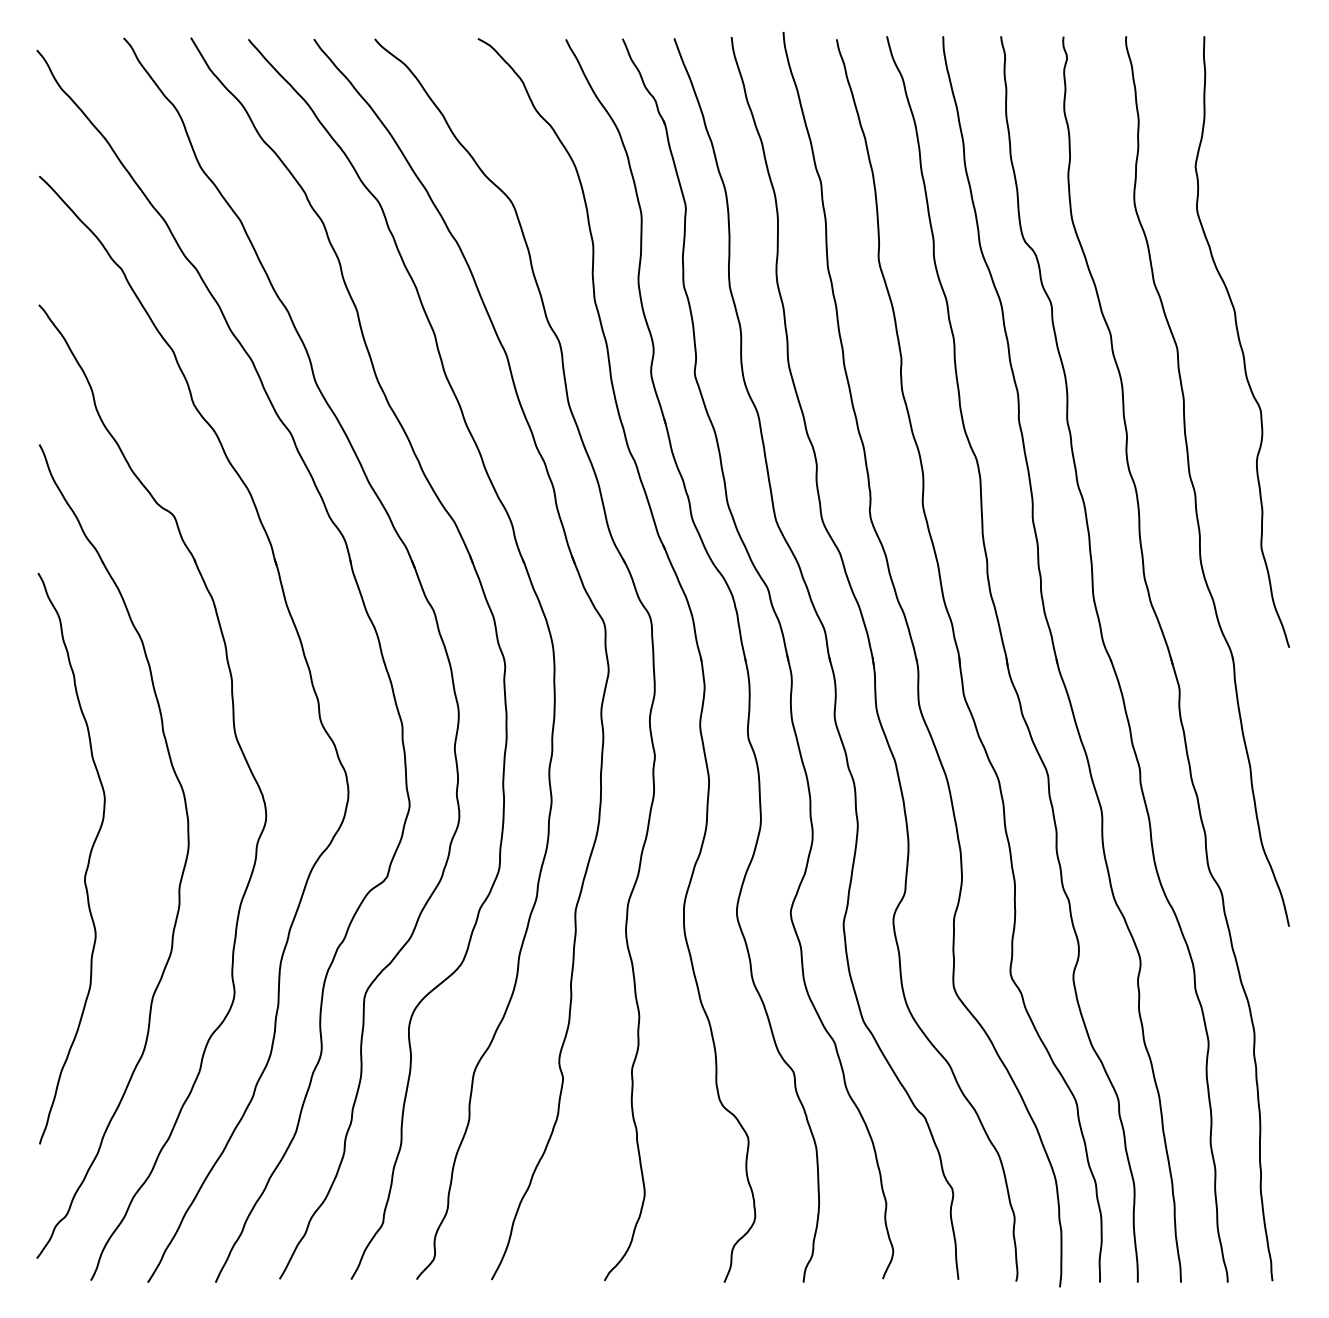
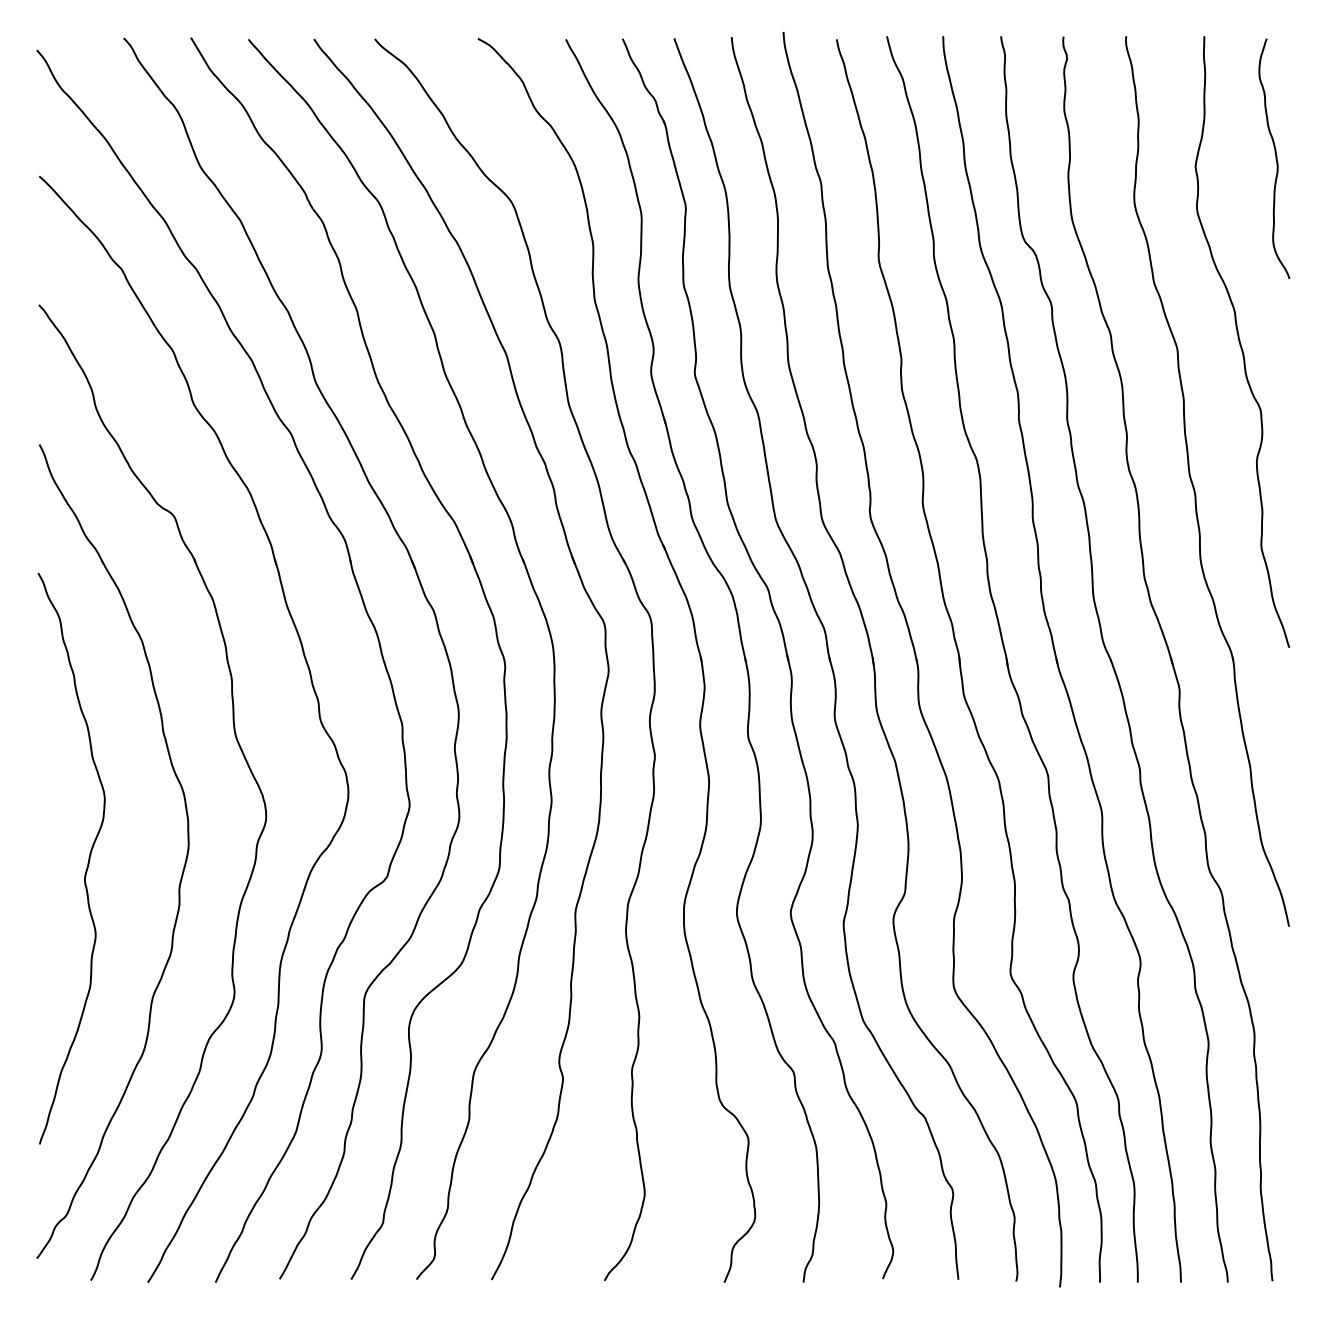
curve at (1275, 158): none -> present
